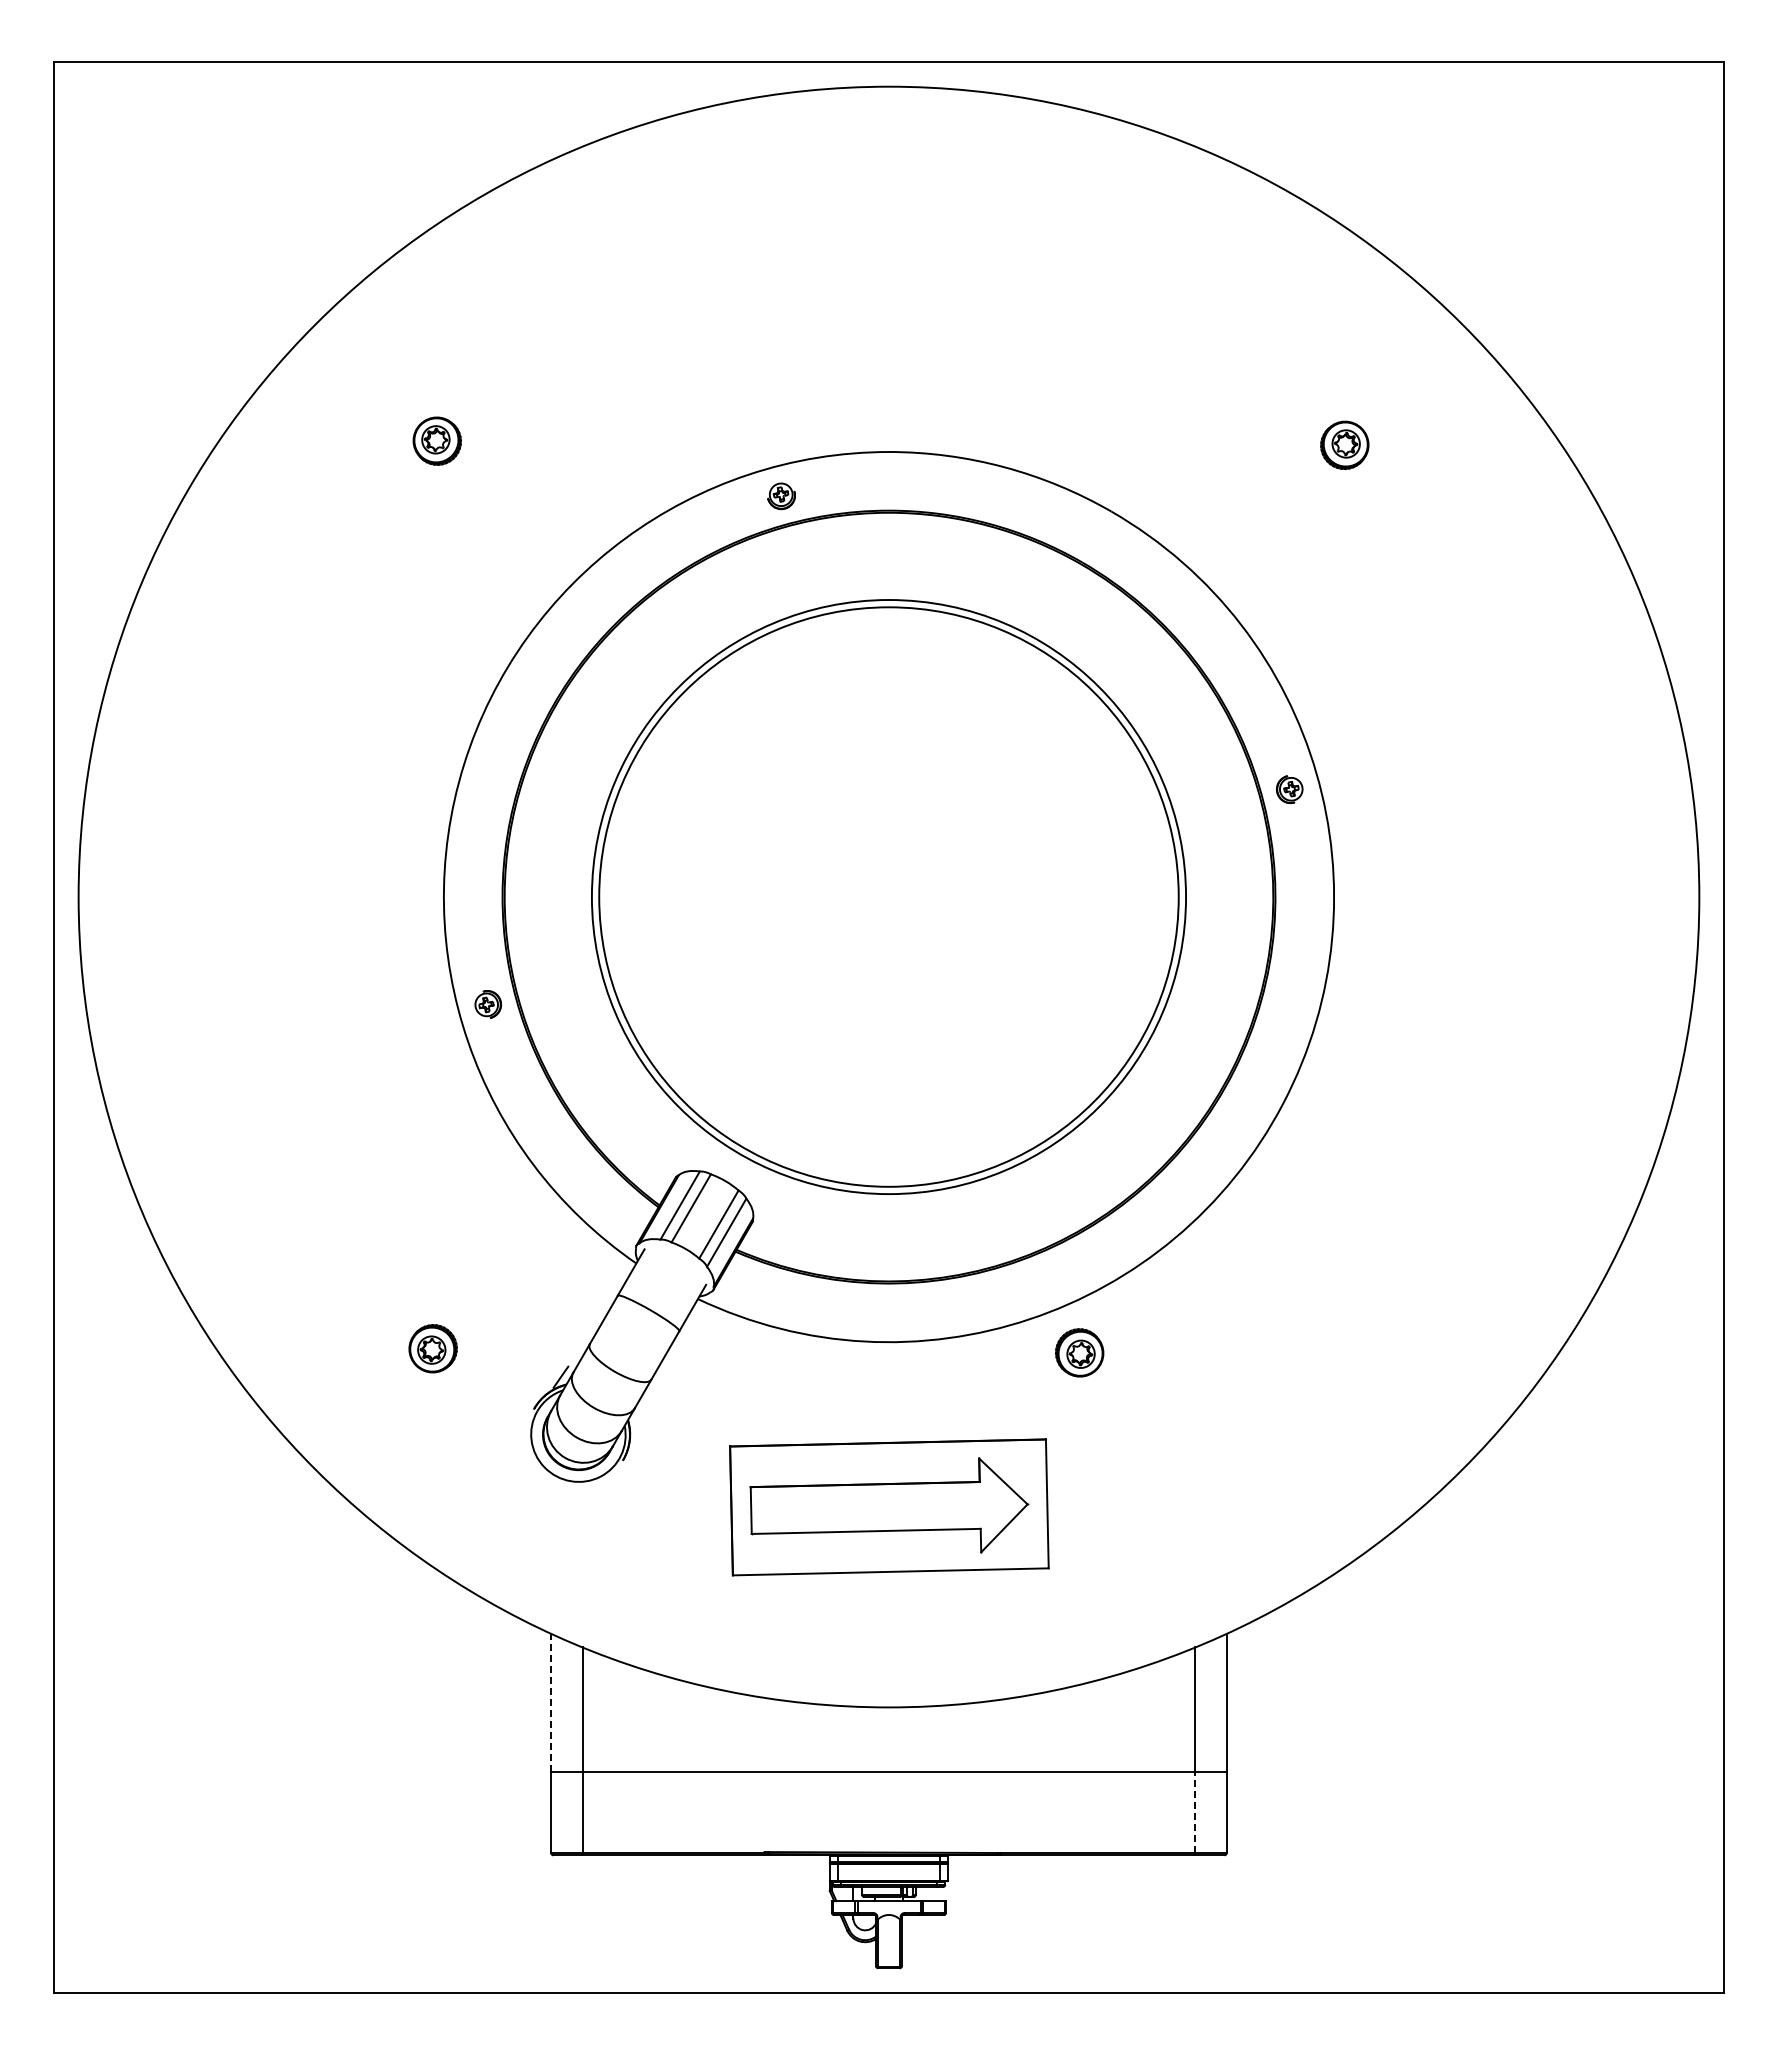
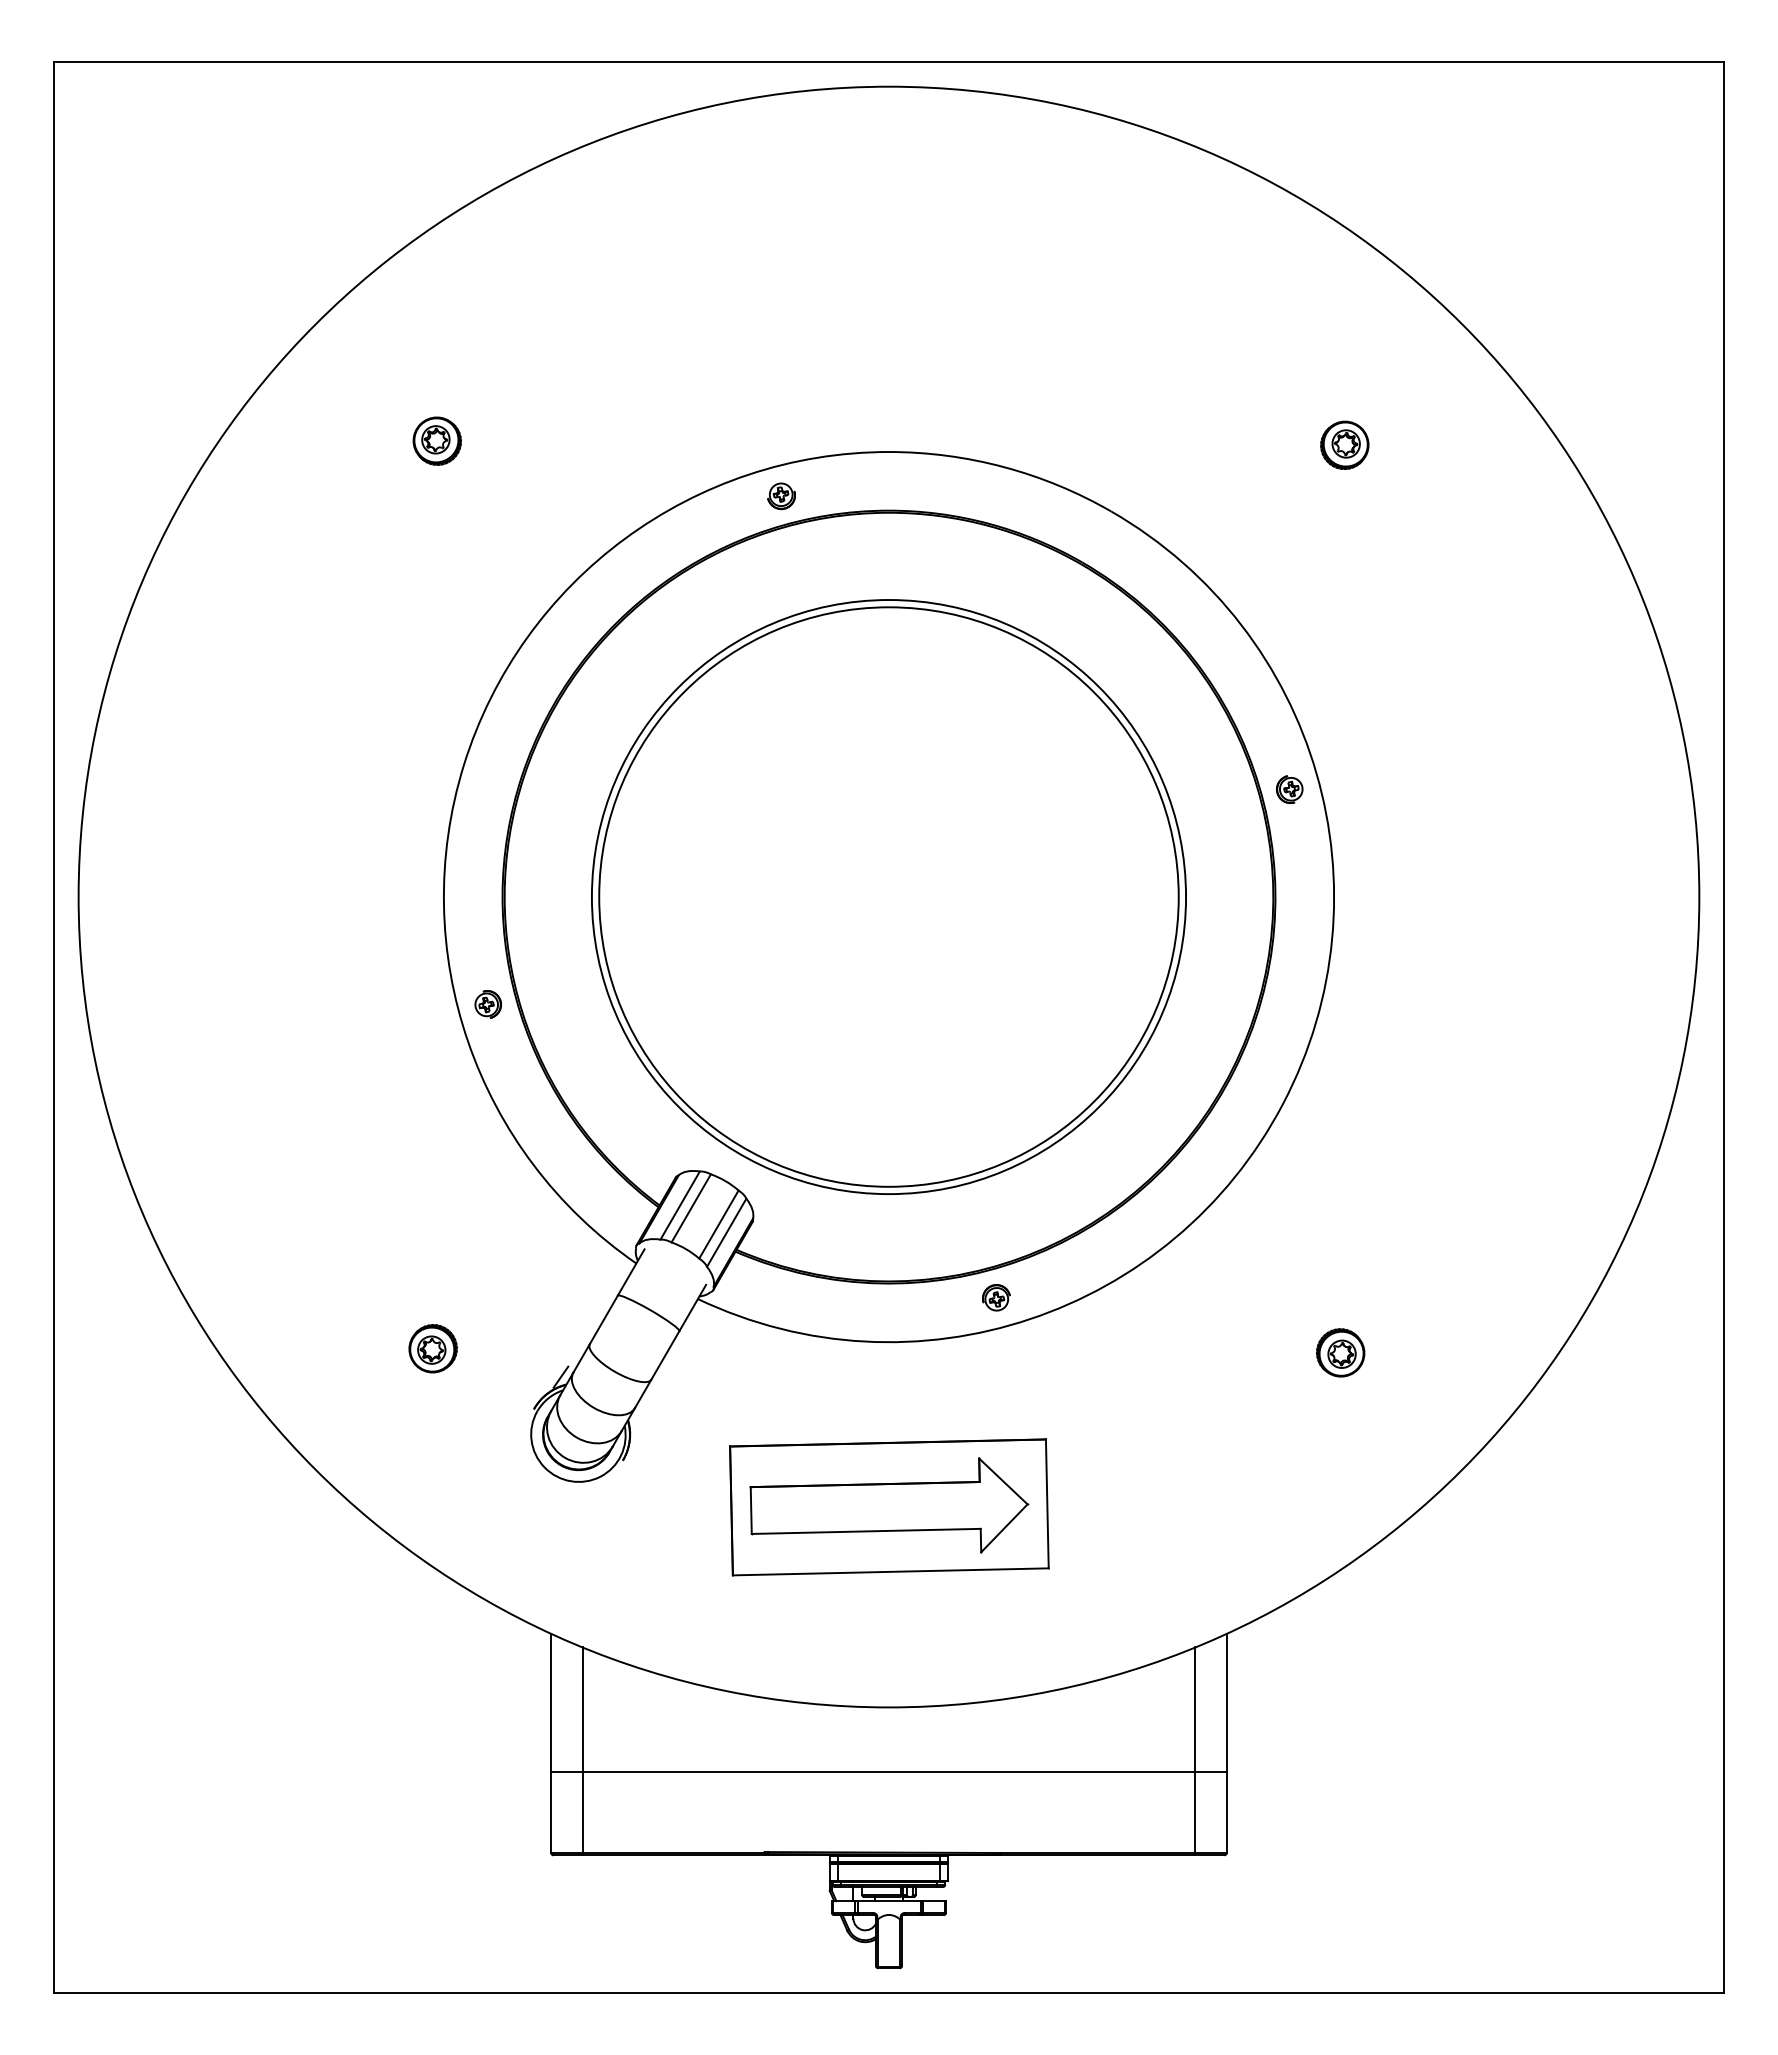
part at (996, 1297): none -> present
part at (1079, 1352) position: (1079, 1352) -> (1340, 1352)
line at (551, 1702): dashed -> solid
line at (1195, 1812): dashed -> solid
